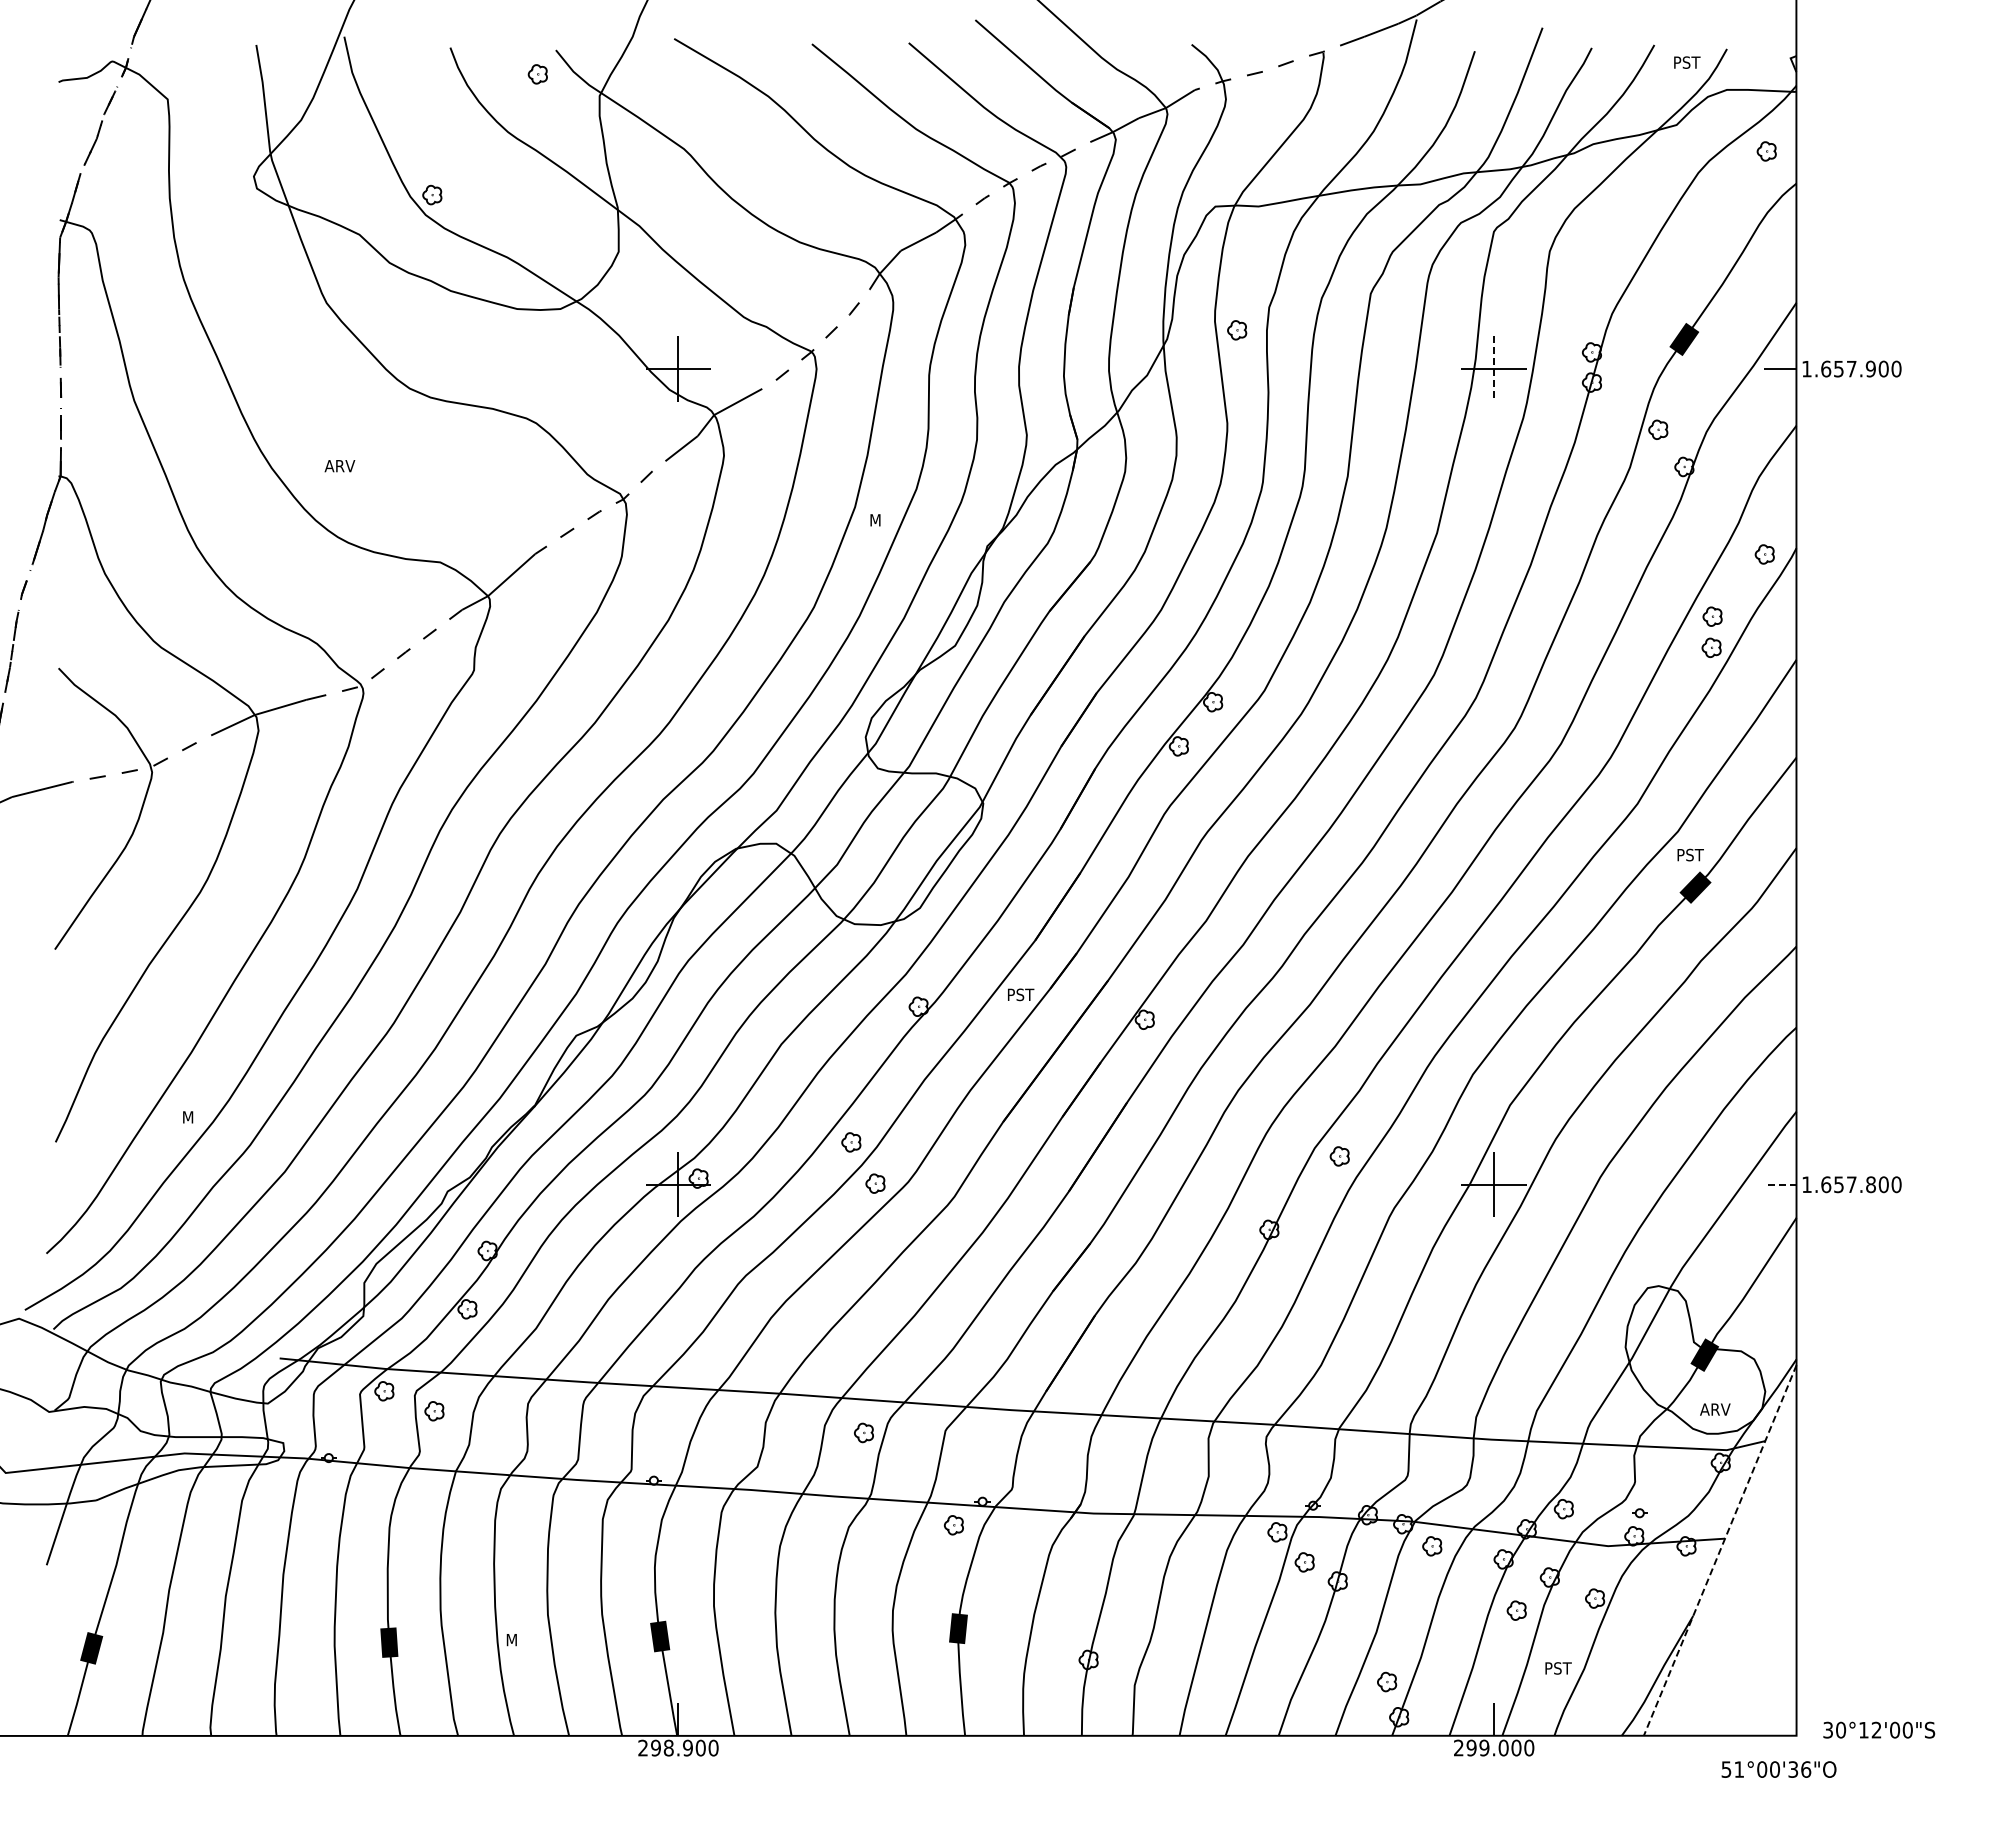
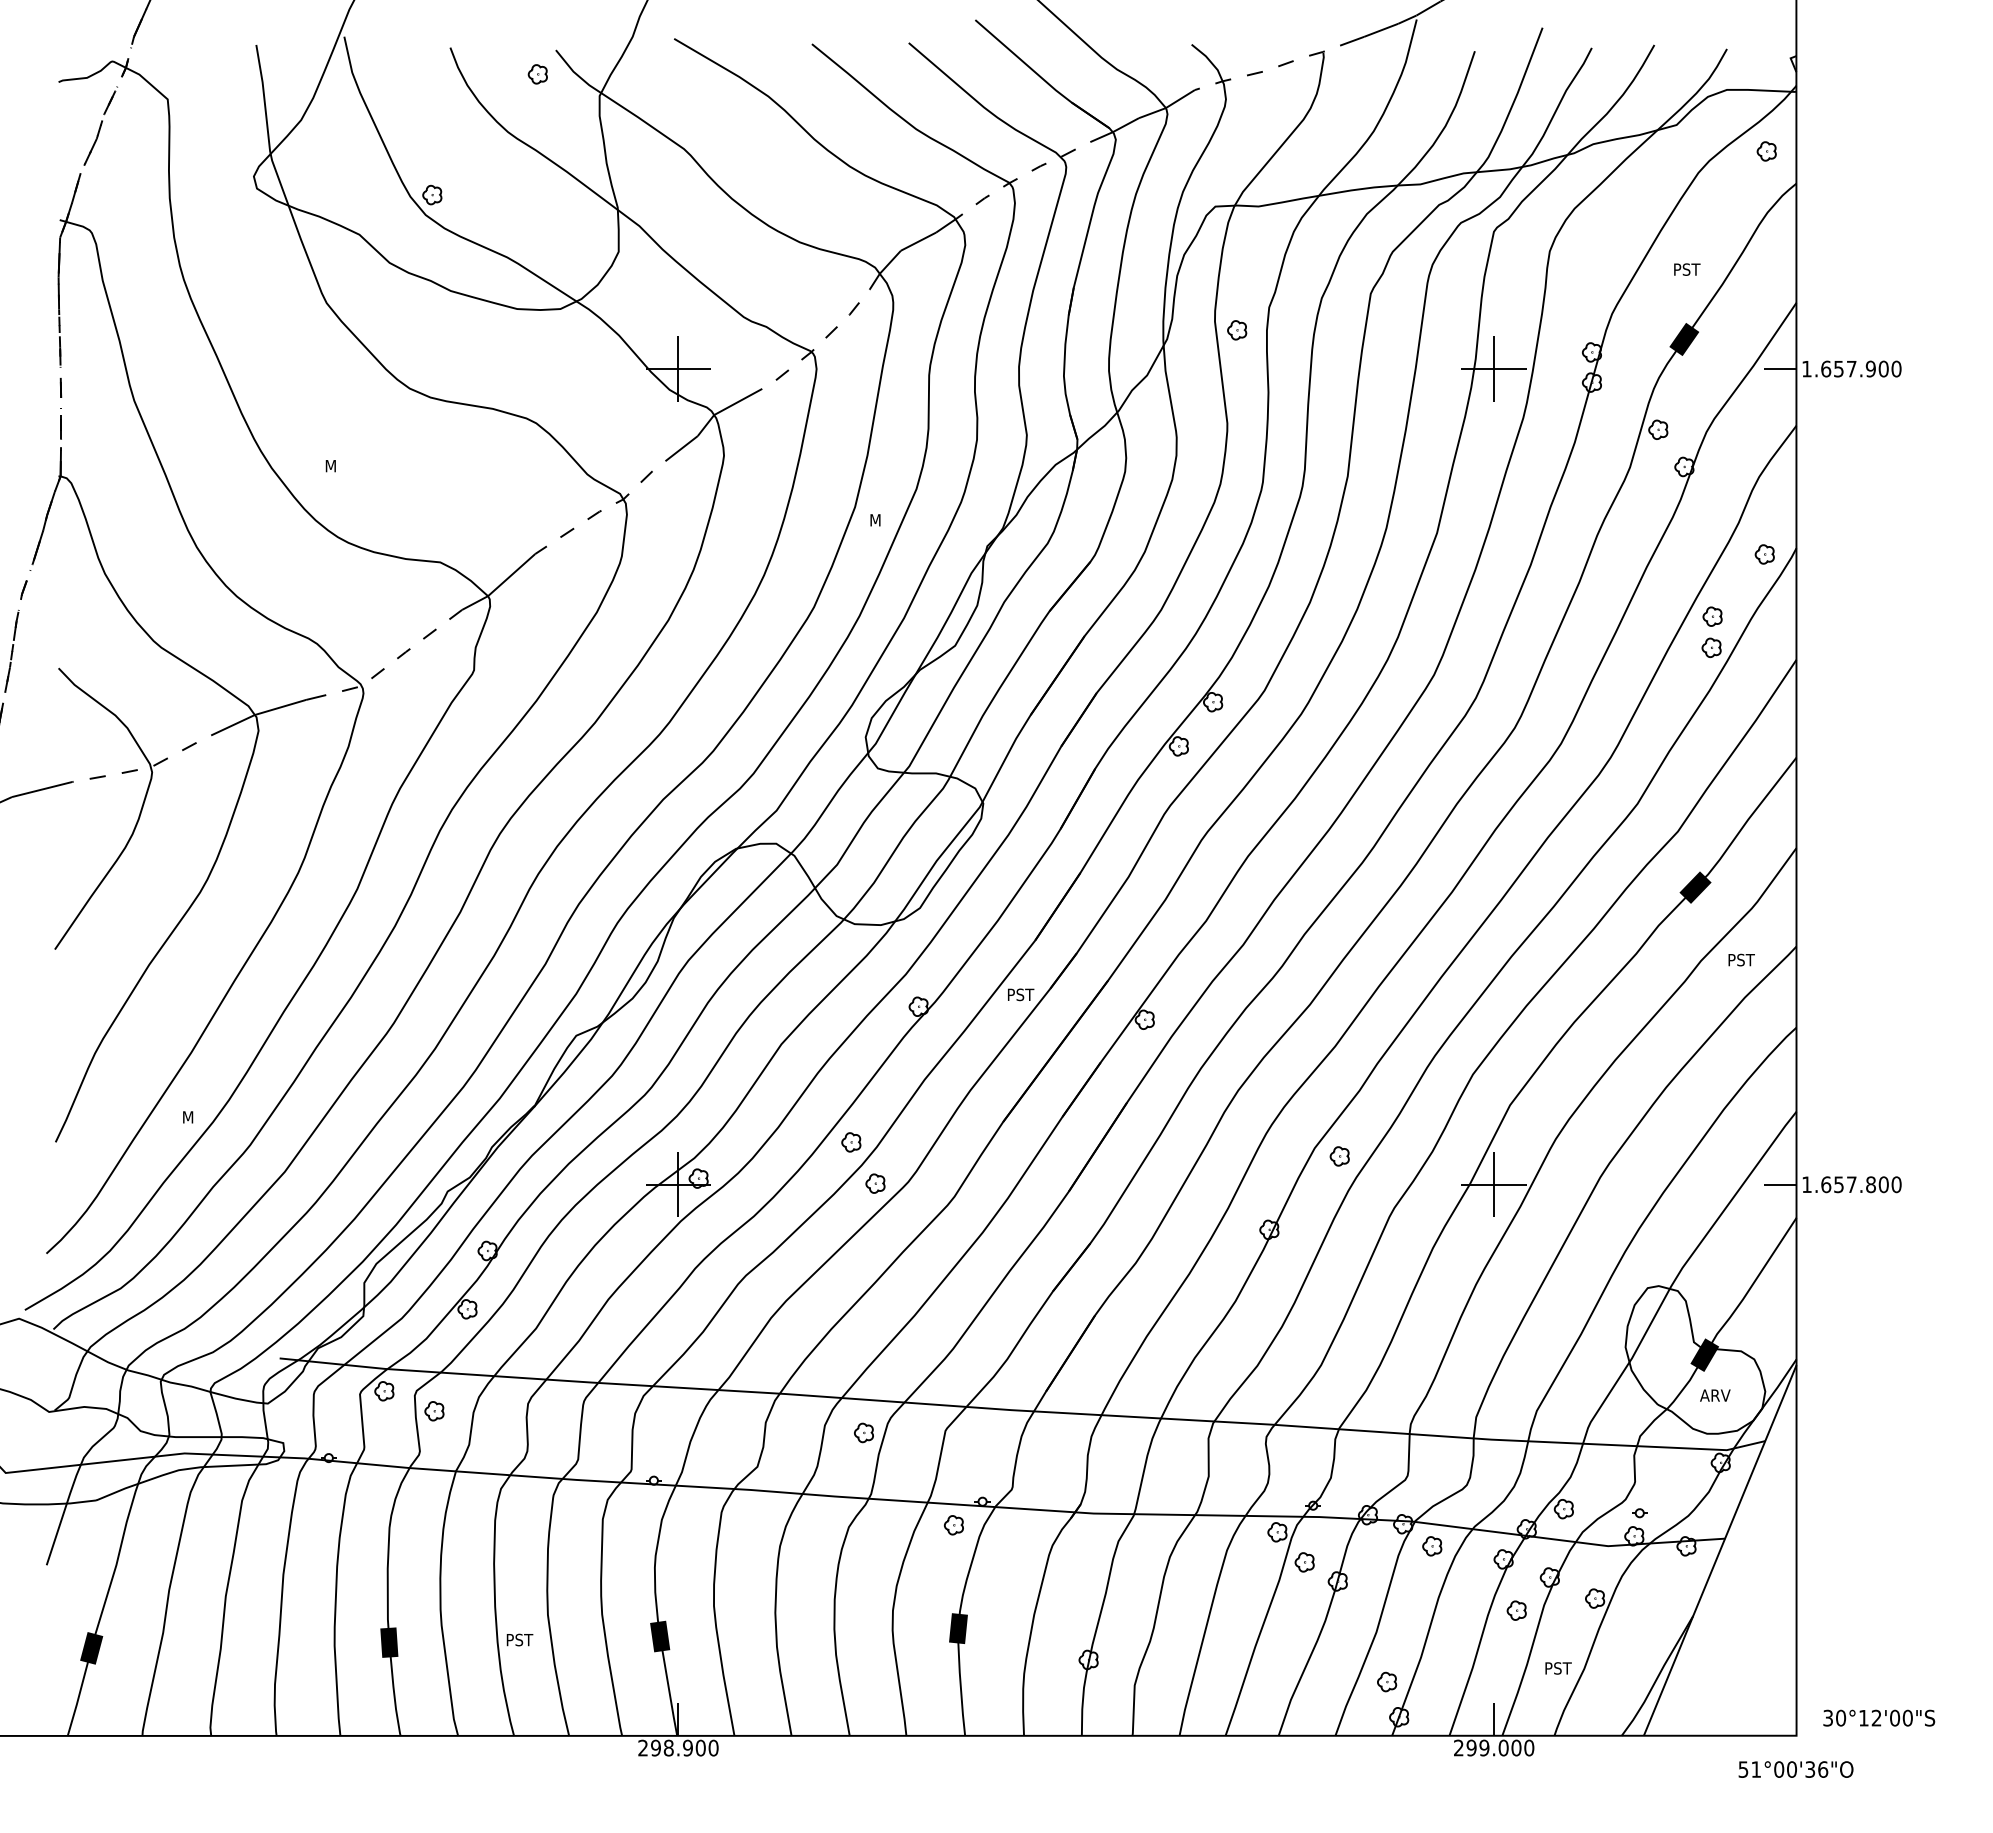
text at (1687, 62) position: (1687, 62) -> (1687, 269)
line at (1494, 369): dashed -> solid
text at (339, 466): ARV -> M
text at (1690, 854) position: (1690, 854) -> (1741, 959)
line at (1779, 1184): dashed -> solid
text at (1715, 1409) position: (1715, 1409) -> (1715, 1395)
line at (1720, 1550): dashed -> solid
text at (520, 1639): M -> PST
text at (1879, 1729) position: (1879, 1729) -> (1879, 1717)
text at (1778, 1769) position: (1778, 1769) -> (1795, 1769)
